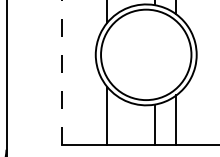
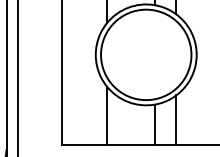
line at (62, 72): dashed -> solid
line at (17, 77): none -> present
